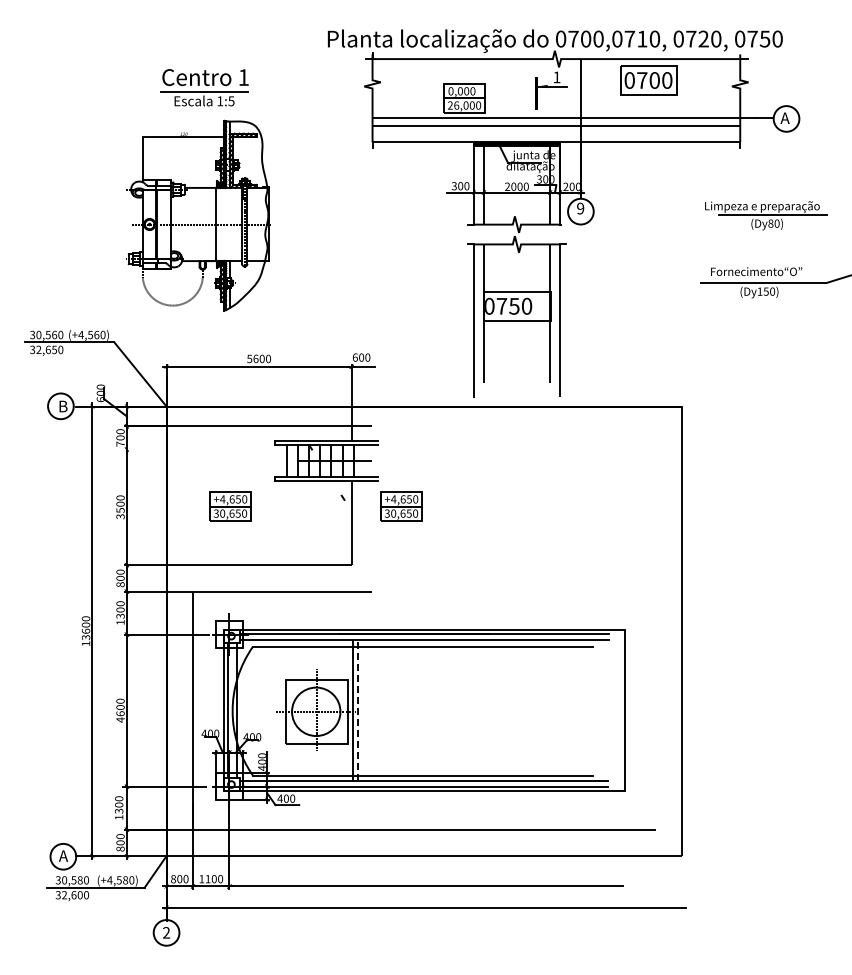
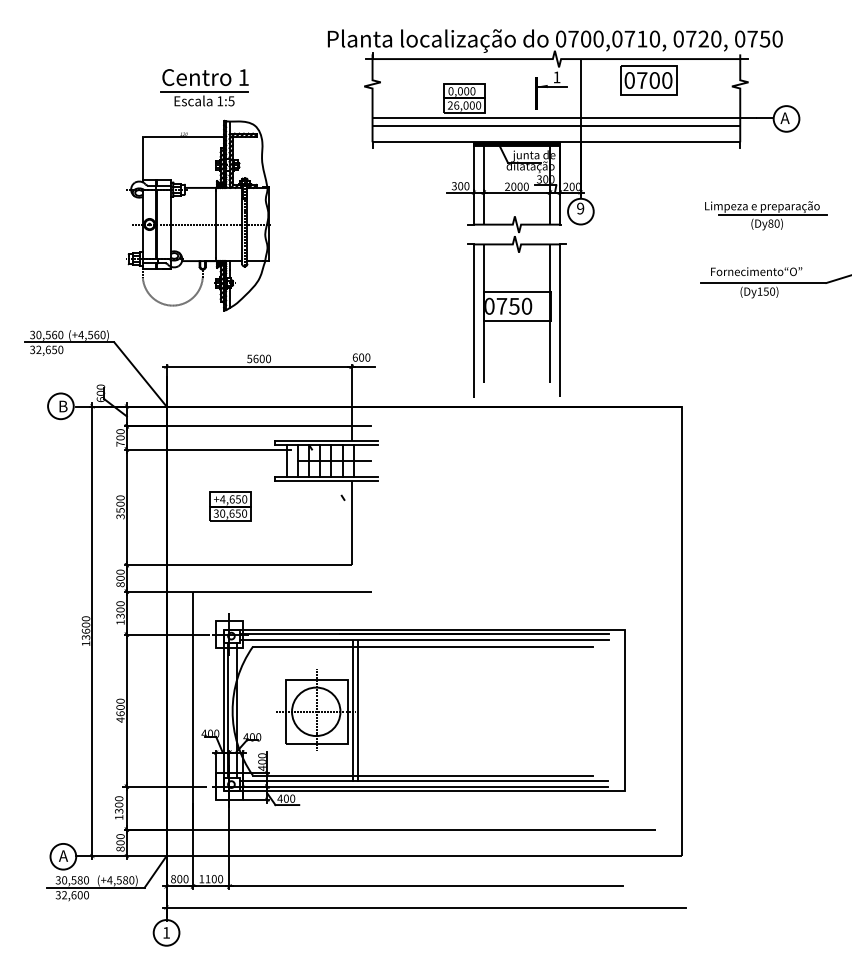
line at (207, 449): none -> present
part at (401, 506): present -> none
line at (358, 710): dashed -> solid
text at (166, 932): 2 -> 1
